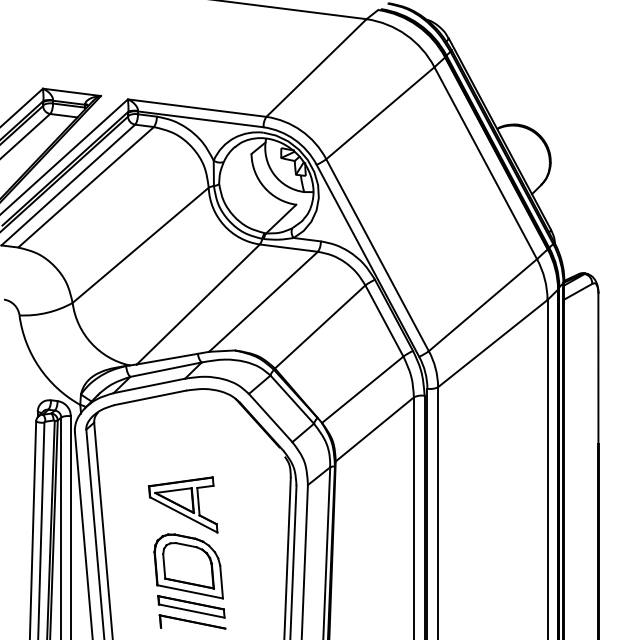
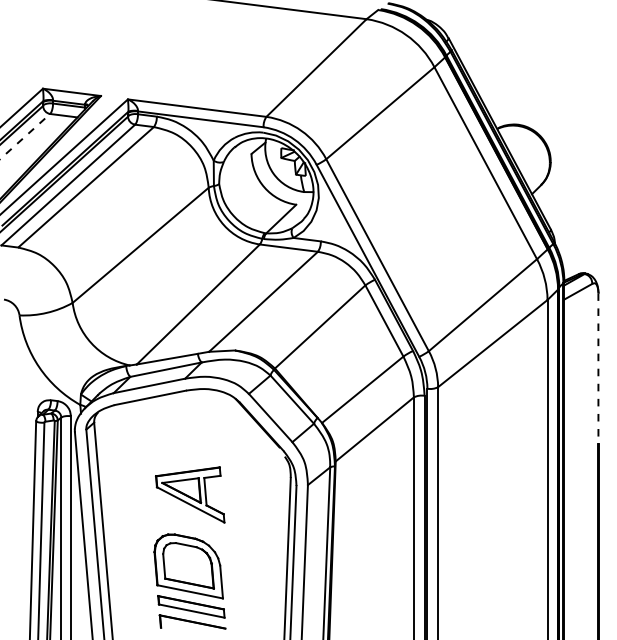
line at (25, 136): solid -> dashed
line at (598, 369): solid -> dashed
part at (183, 504) position: (183, 504) -> (190, 494)
